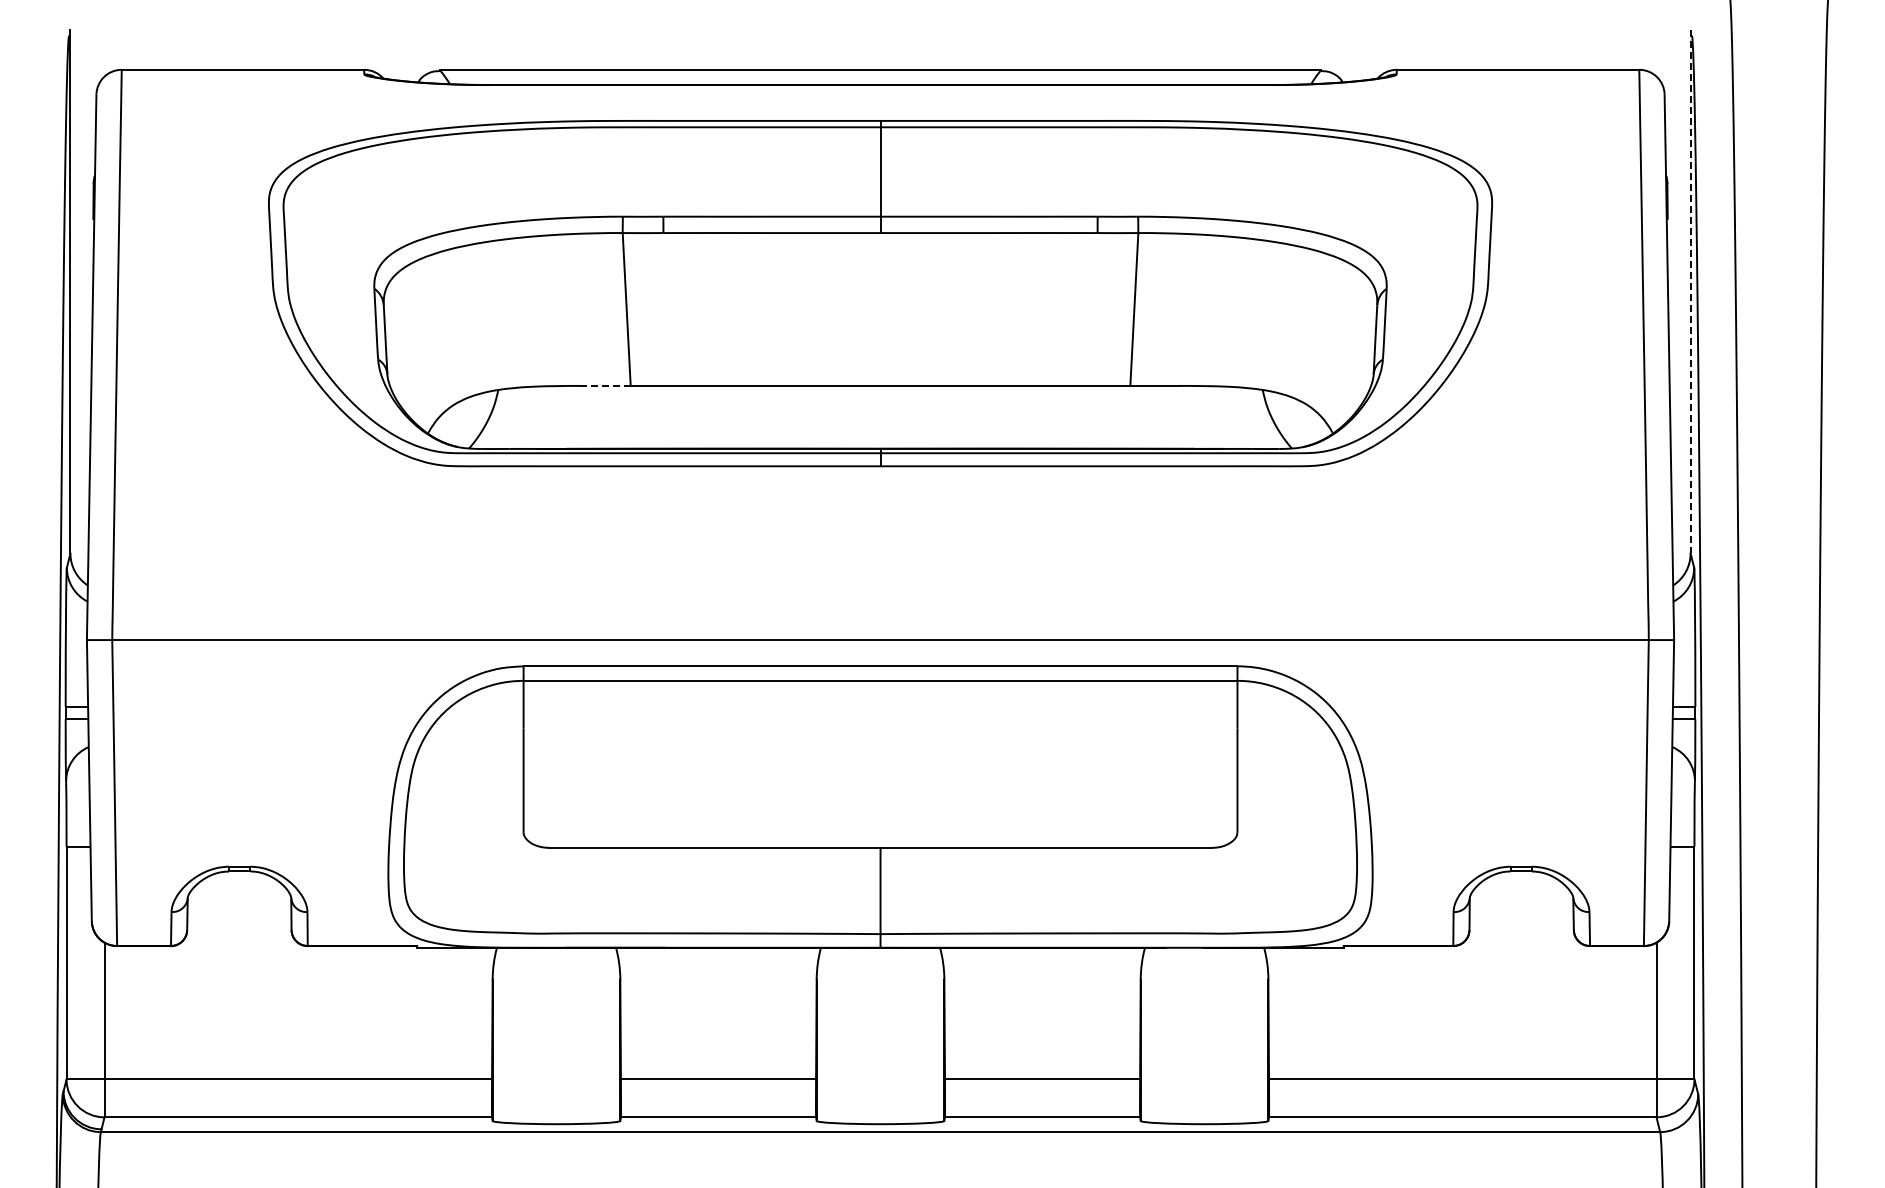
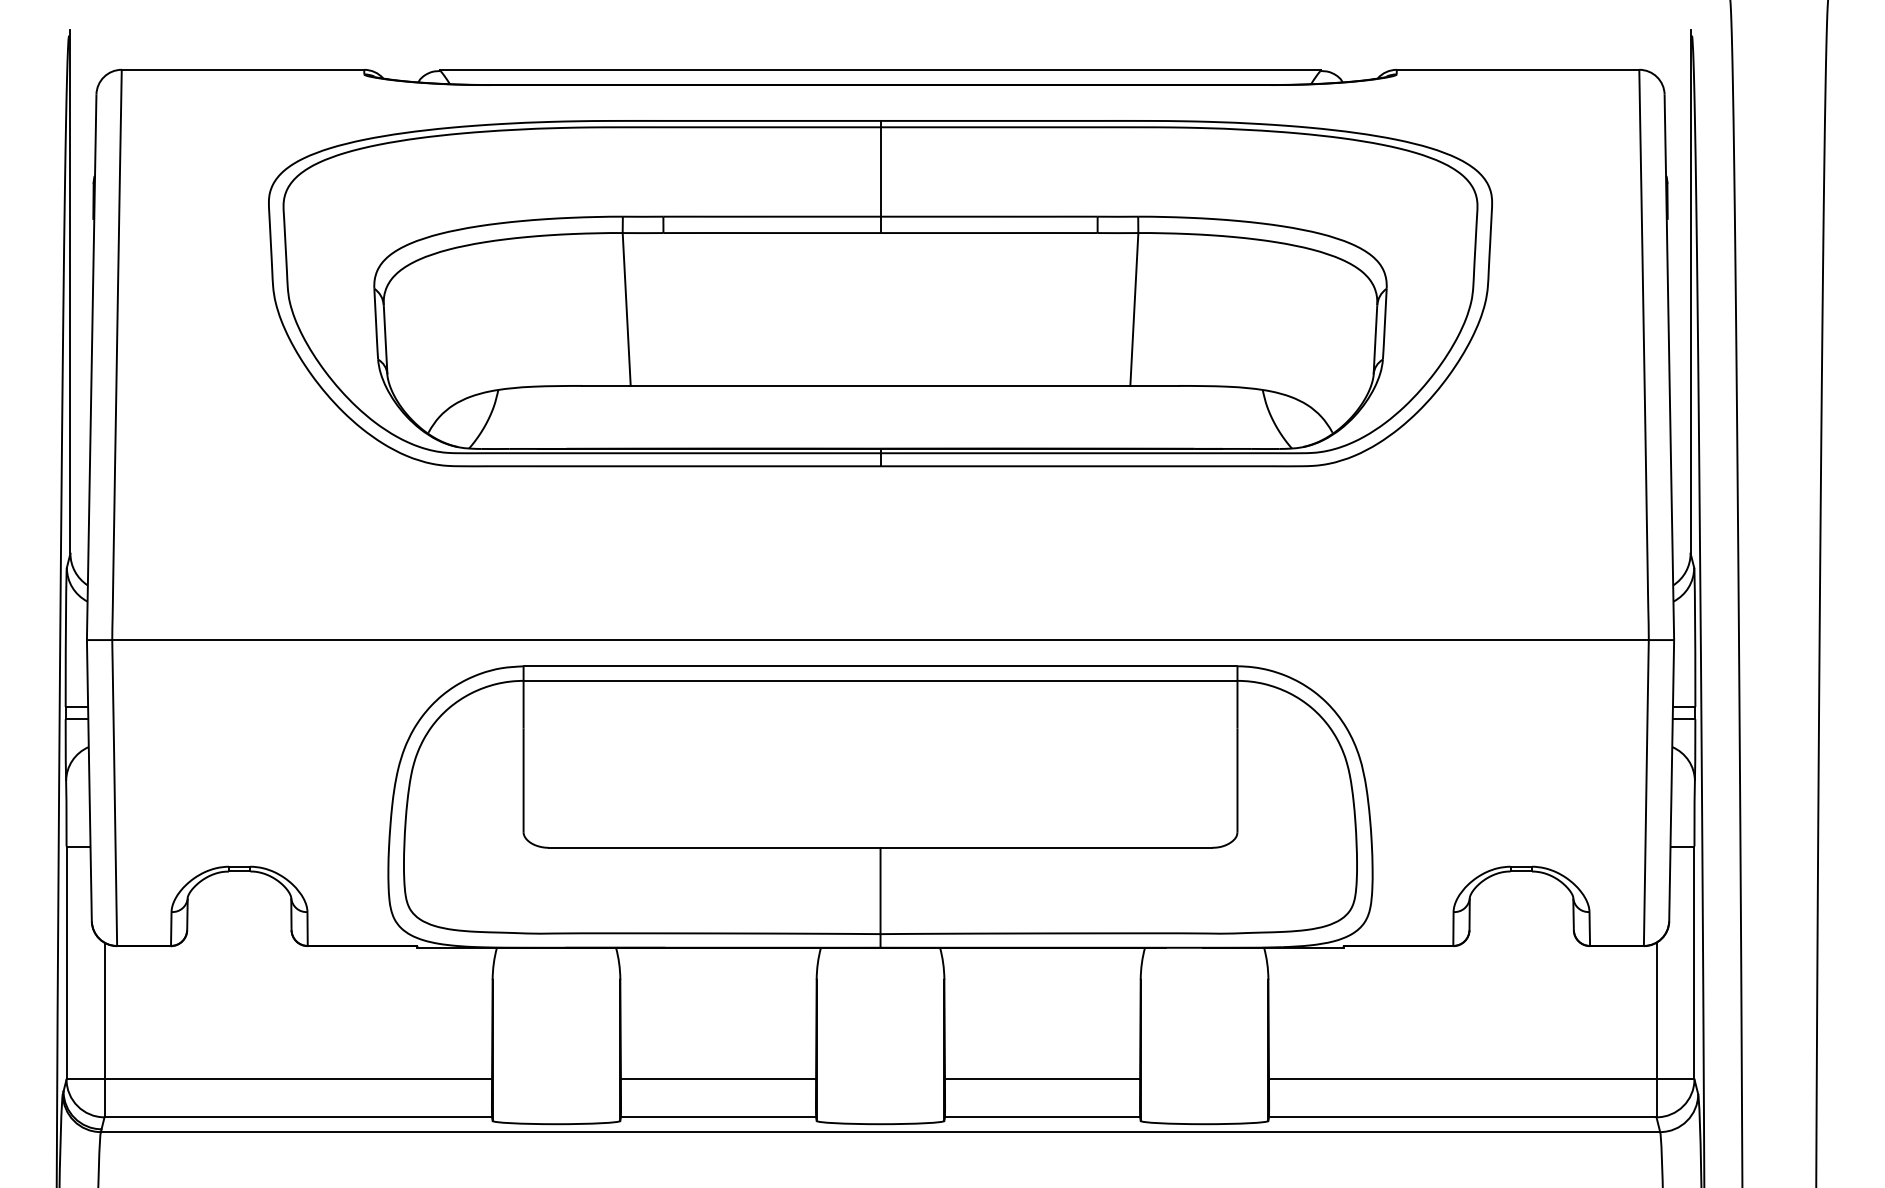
line at (1690, 291): dashed -> solid
line at (605, 385): dashed -> solid
